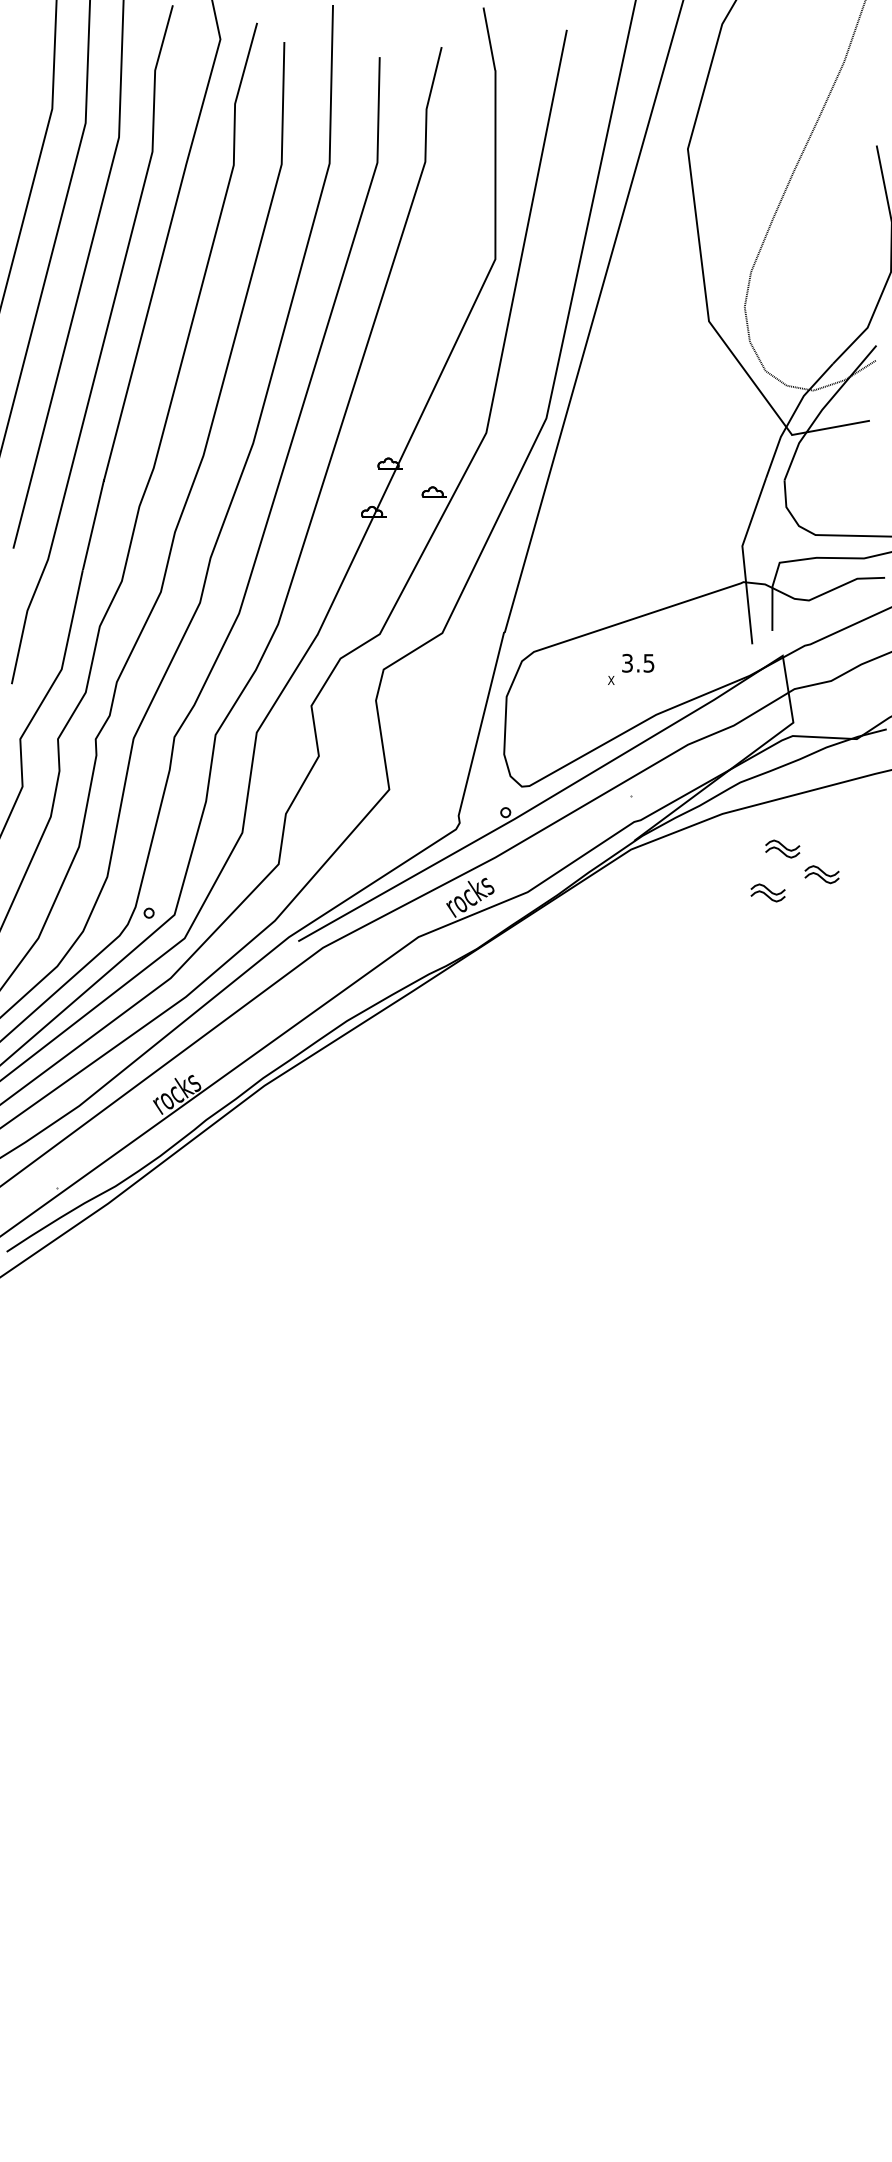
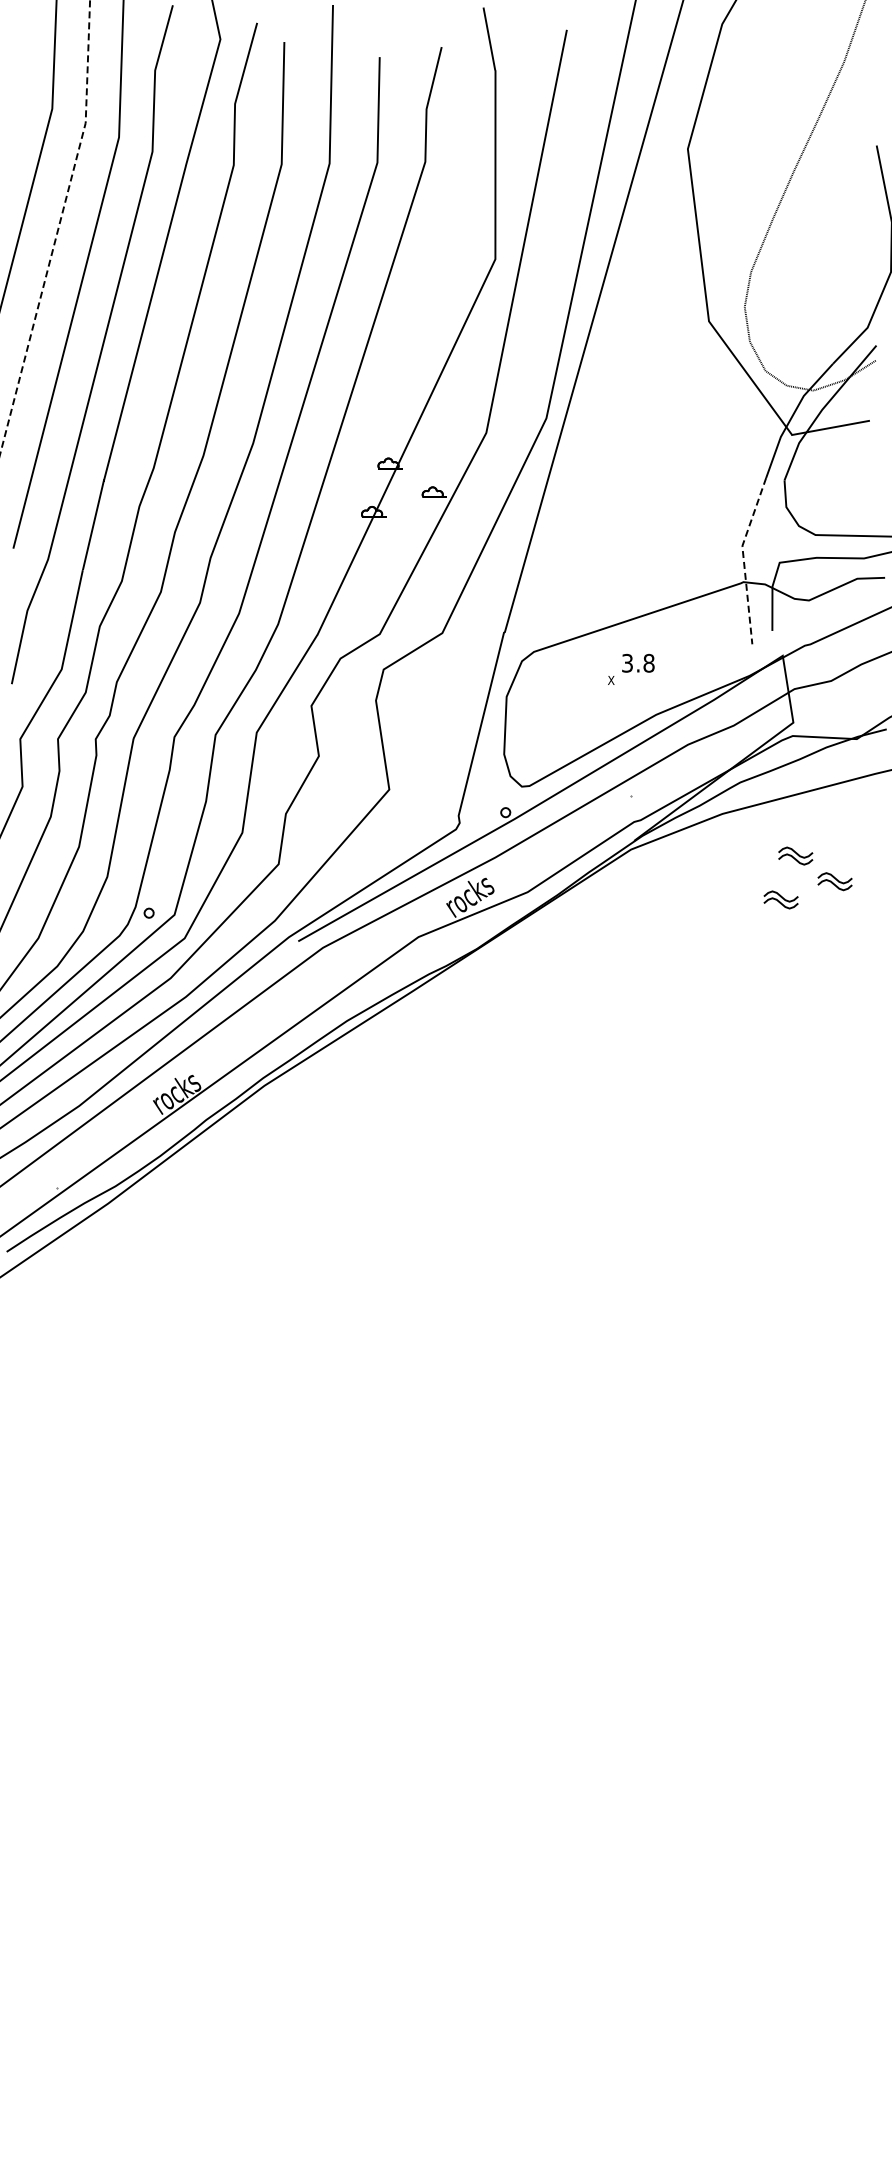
line at (58, 229): solid -> dashed
line at (743, 559): solid -> dashed
text at (648, 662): 3.5 -> 3.8
part at (804, 870) position: (804, 870) -> (817, 877)
